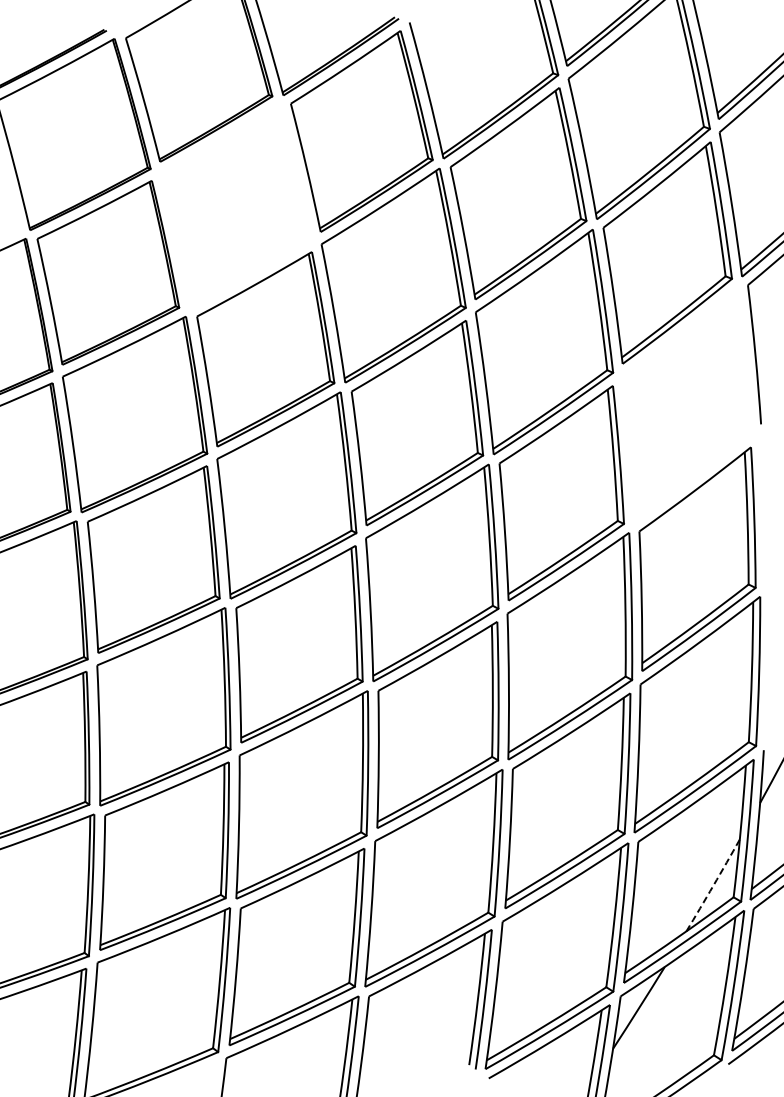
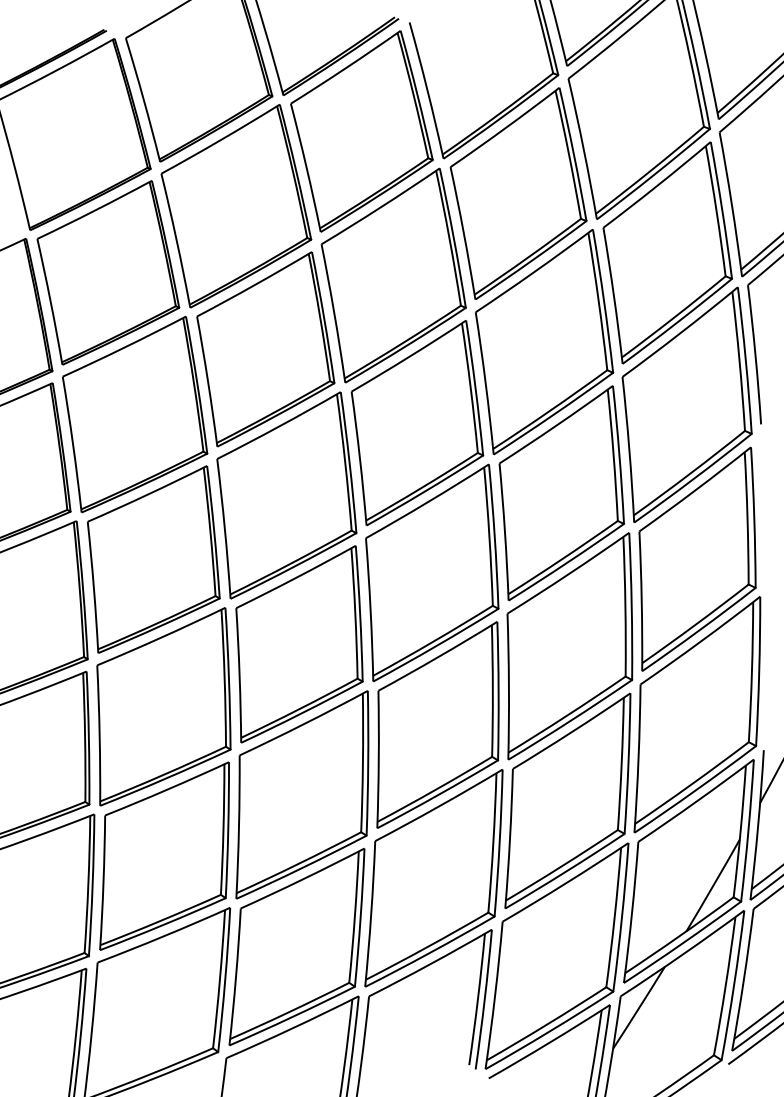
part at (236, 206): none -> present
part at (686, 404): none -> present
arc at (713, 885): dashed -> solid
